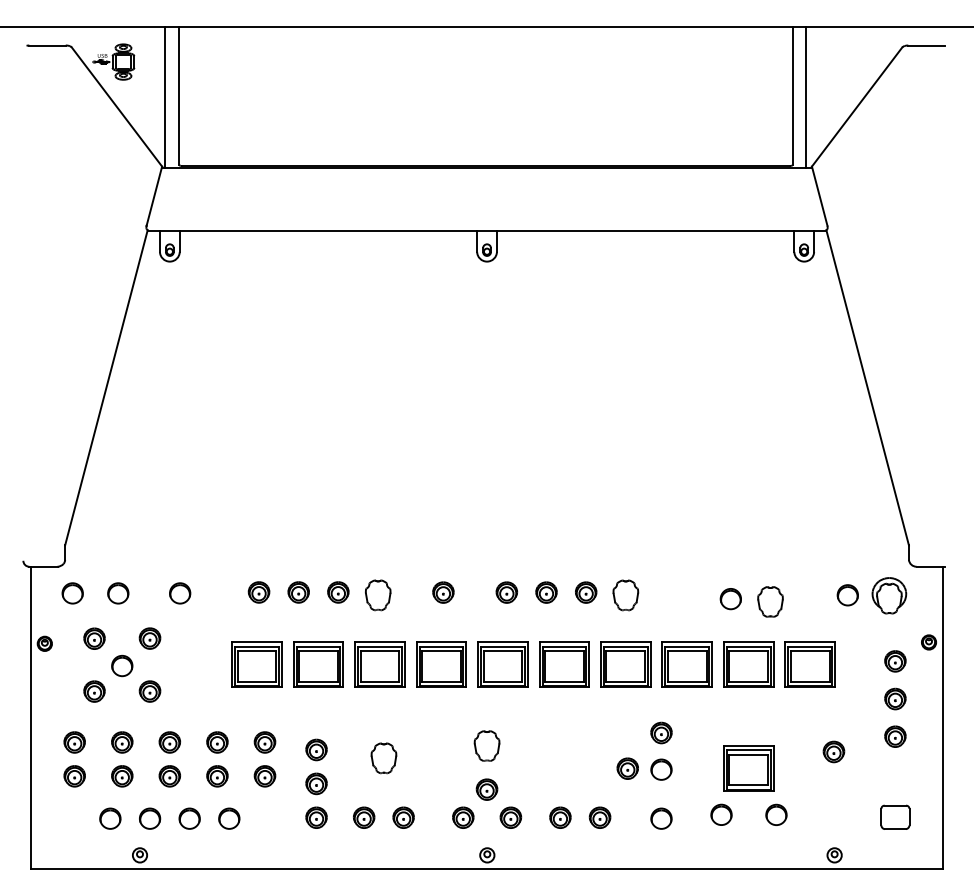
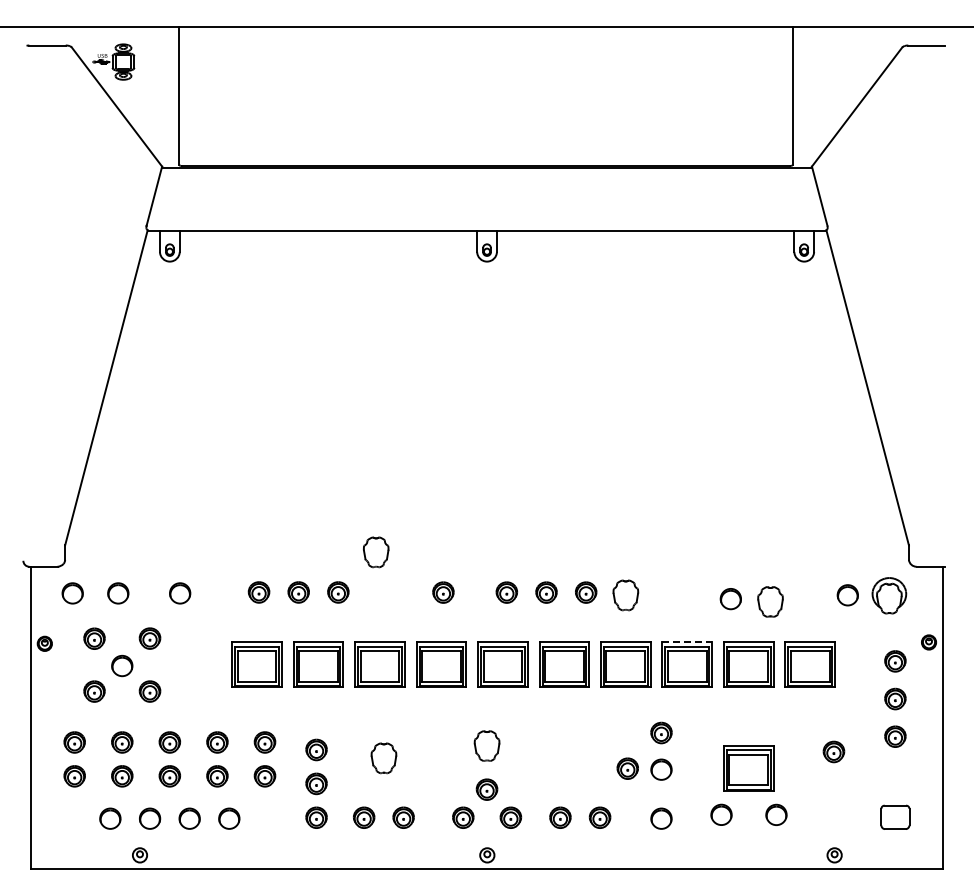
line at (165, 97): present -> none
line at (806, 97): present -> none
part at (378, 595) position: (378, 595) -> (376, 552)
line at (687, 641): solid -> dashed
